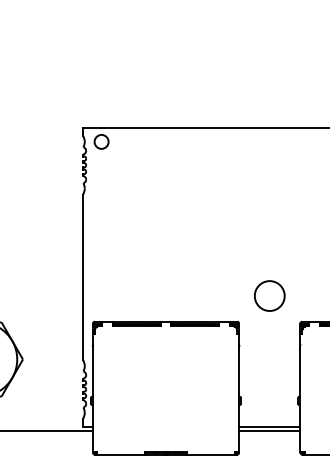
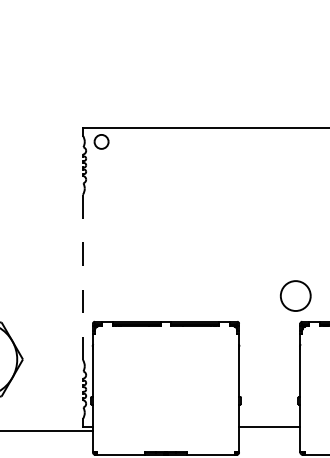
line at (82, 277): solid -> dashed
part at (269, 295) position: (269, 295) -> (295, 295)
line at (269, 430): present -> none
